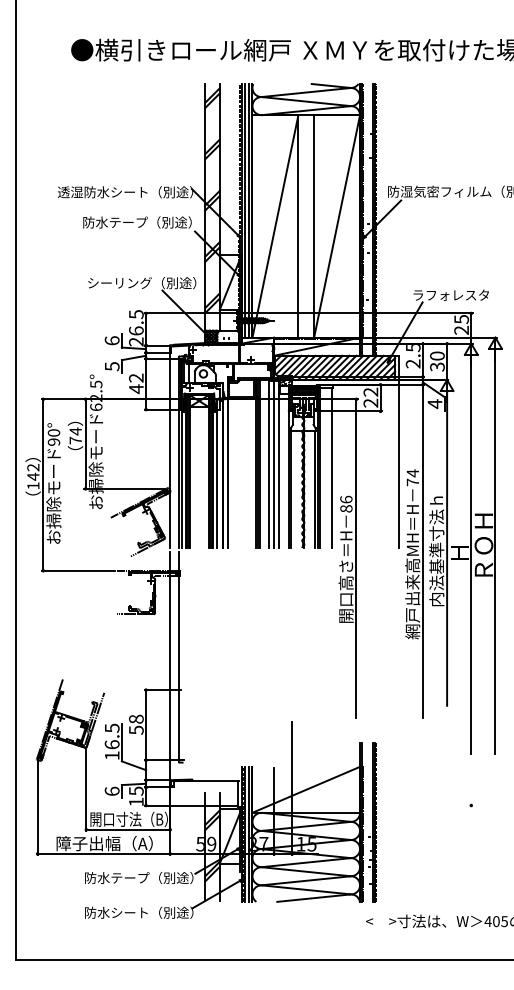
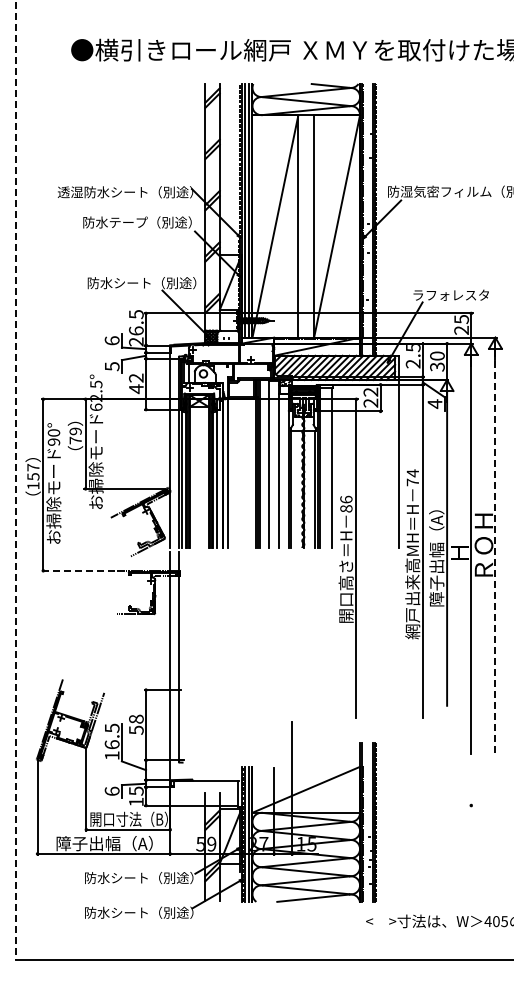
text at (119, 283): シーリング（別途） -> 防水シート（別途）
text at (75, 431): 74 -> 79
line at (274, 464): present -> none
text at (33, 471): 142 -> 157
line at (15, 480): solid -> dashed
text at (436, 551): 内法基準寸法ｈ -> 障子出幅（A）
line at (495, 552): solid -> dashed
line at (78, 570): solid -> dashed
text at (130, 877): 防水テープ（別途） -> 防水シート（別途）
